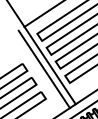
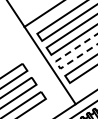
line at (56, 63): solid -> dashed
line at (43, 69): present -> none
